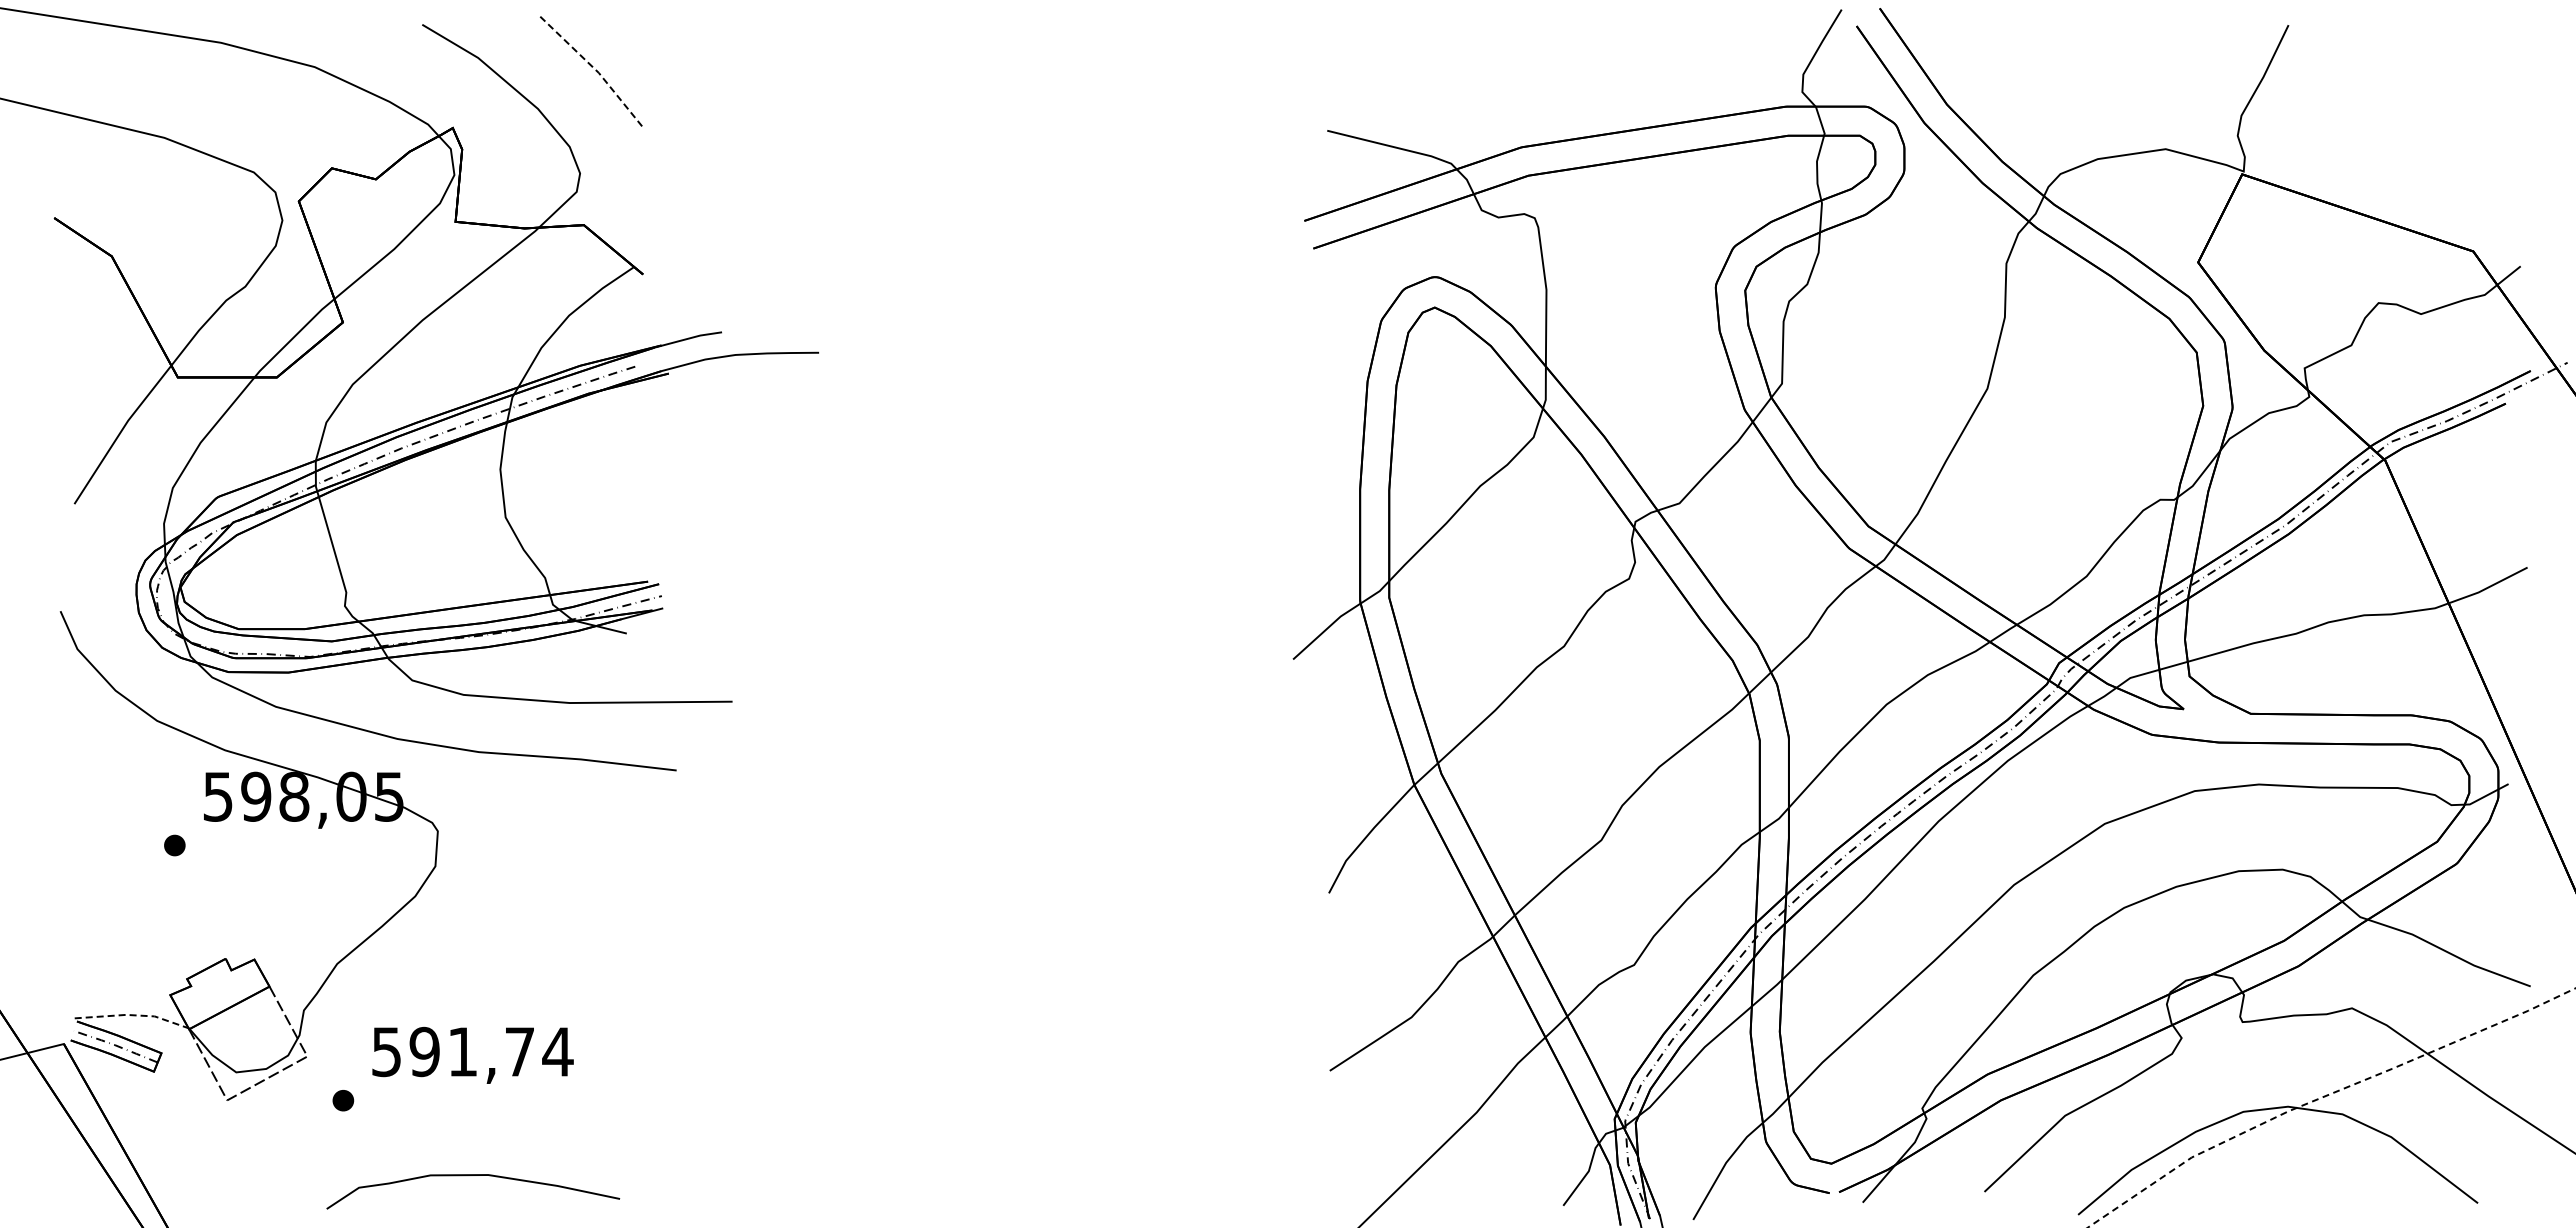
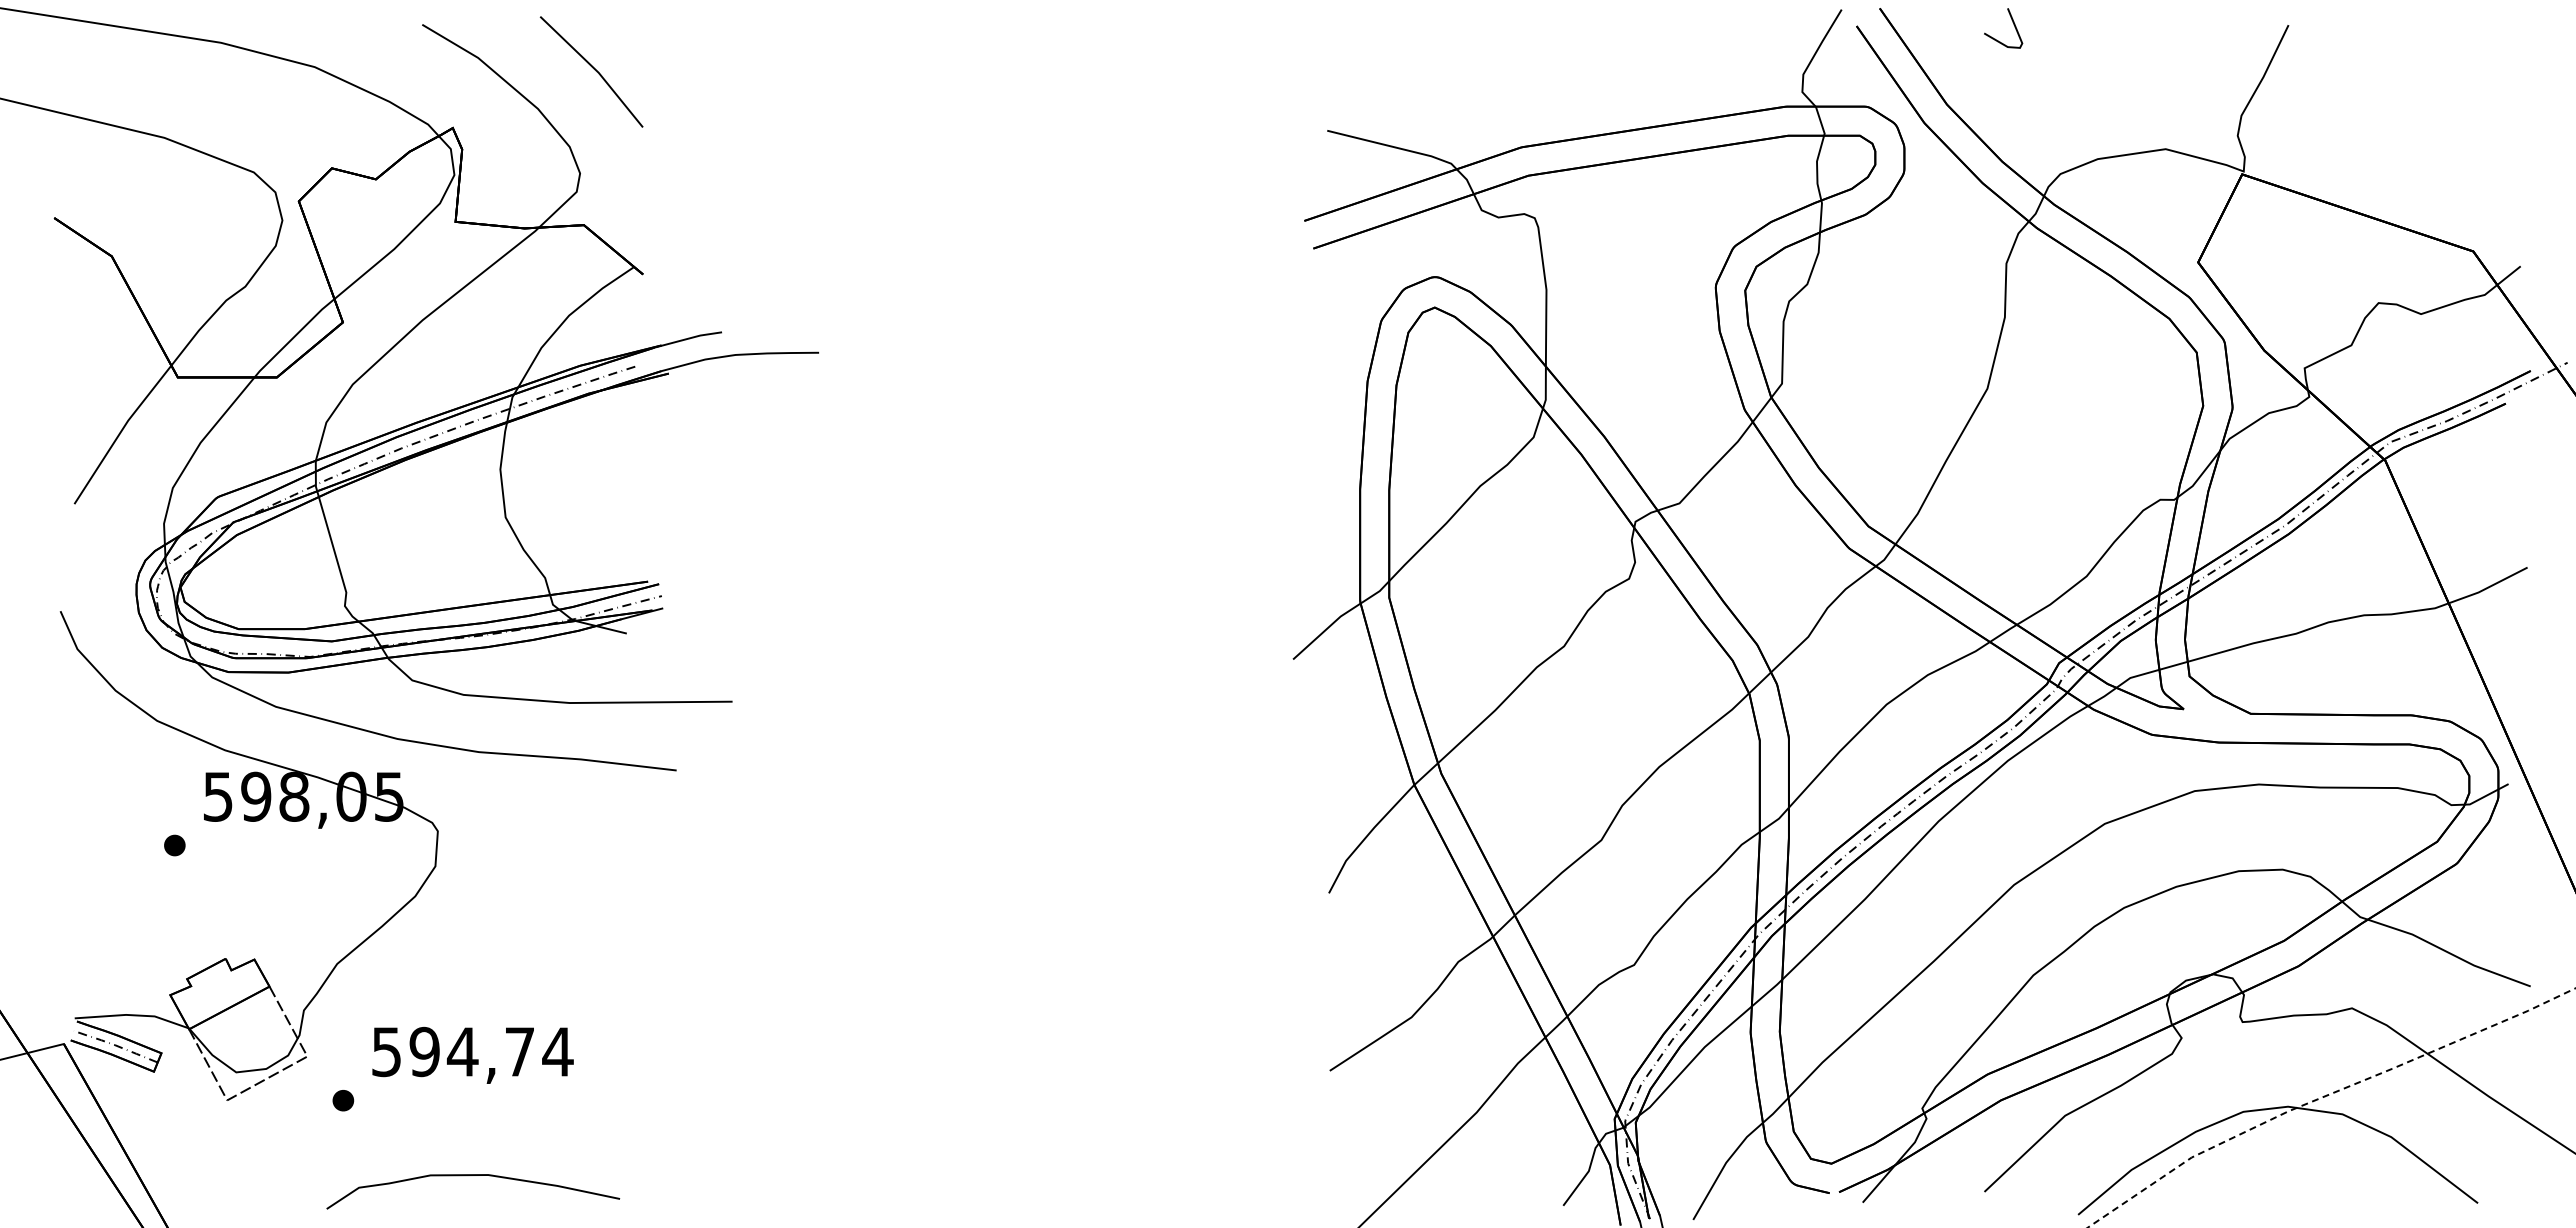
line at (2013, 25): none -> present
line at (595, 69): dashed -> solid
line at (133, 1015): dashed -> solid
text at (462, 1051): 591,74 -> 594,74
